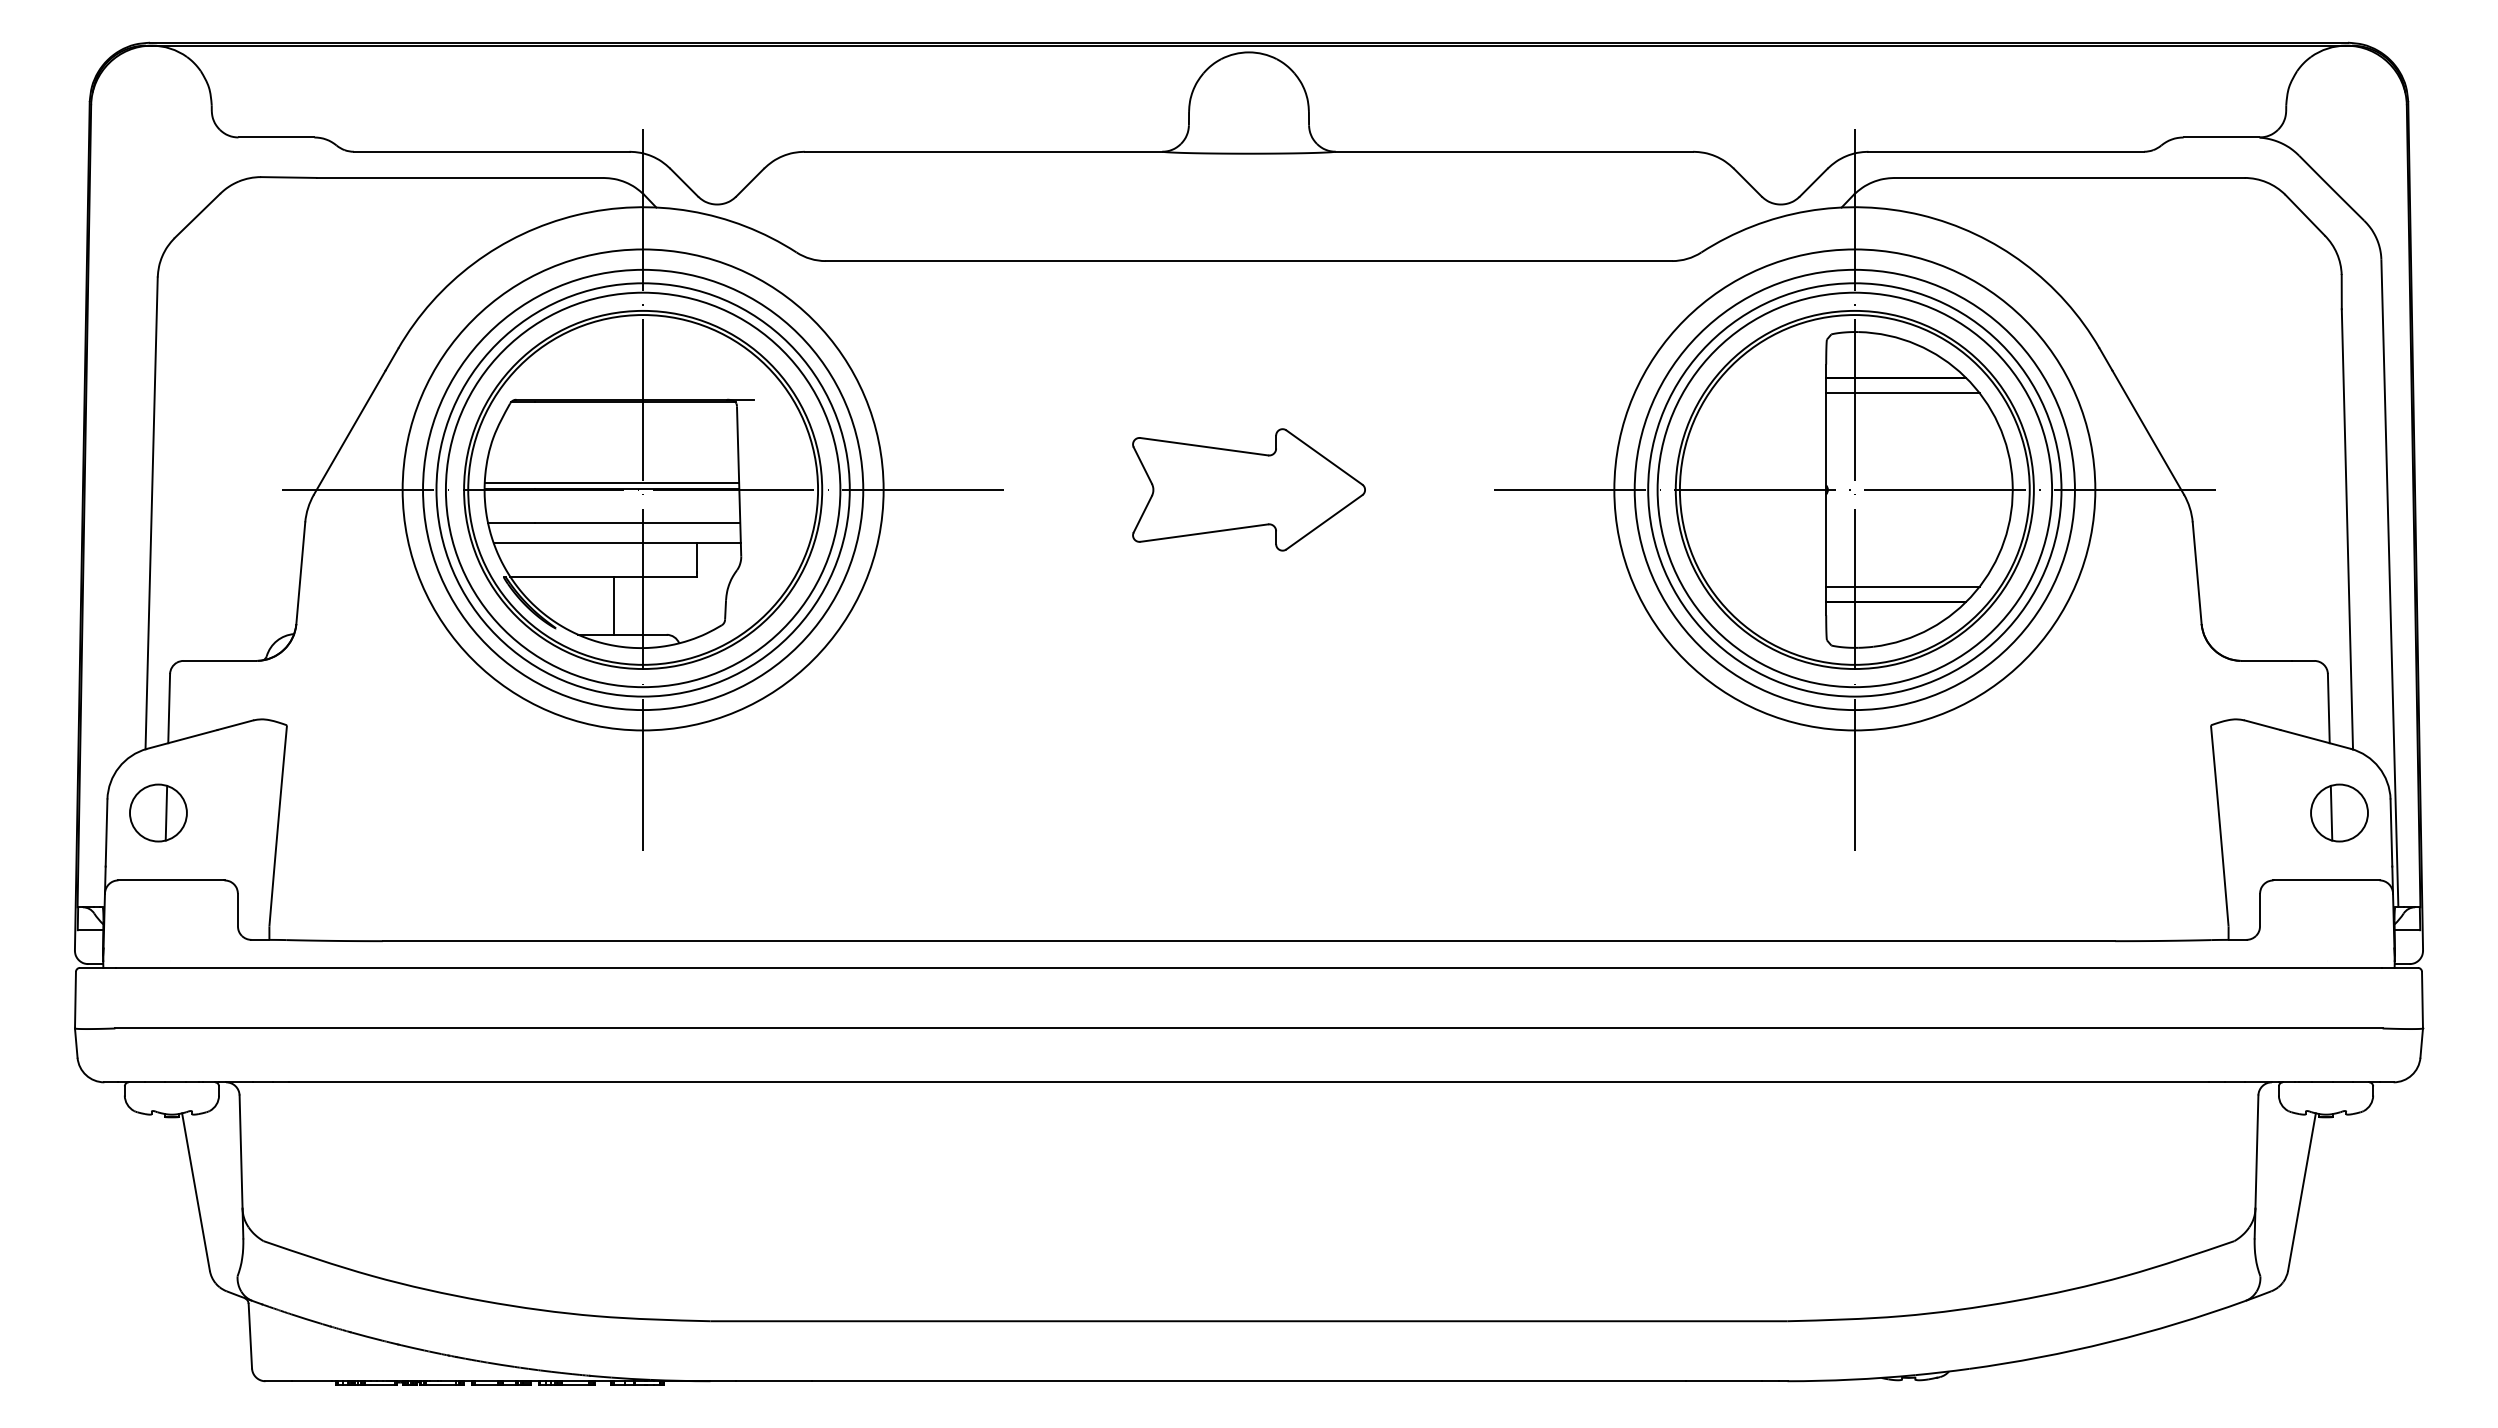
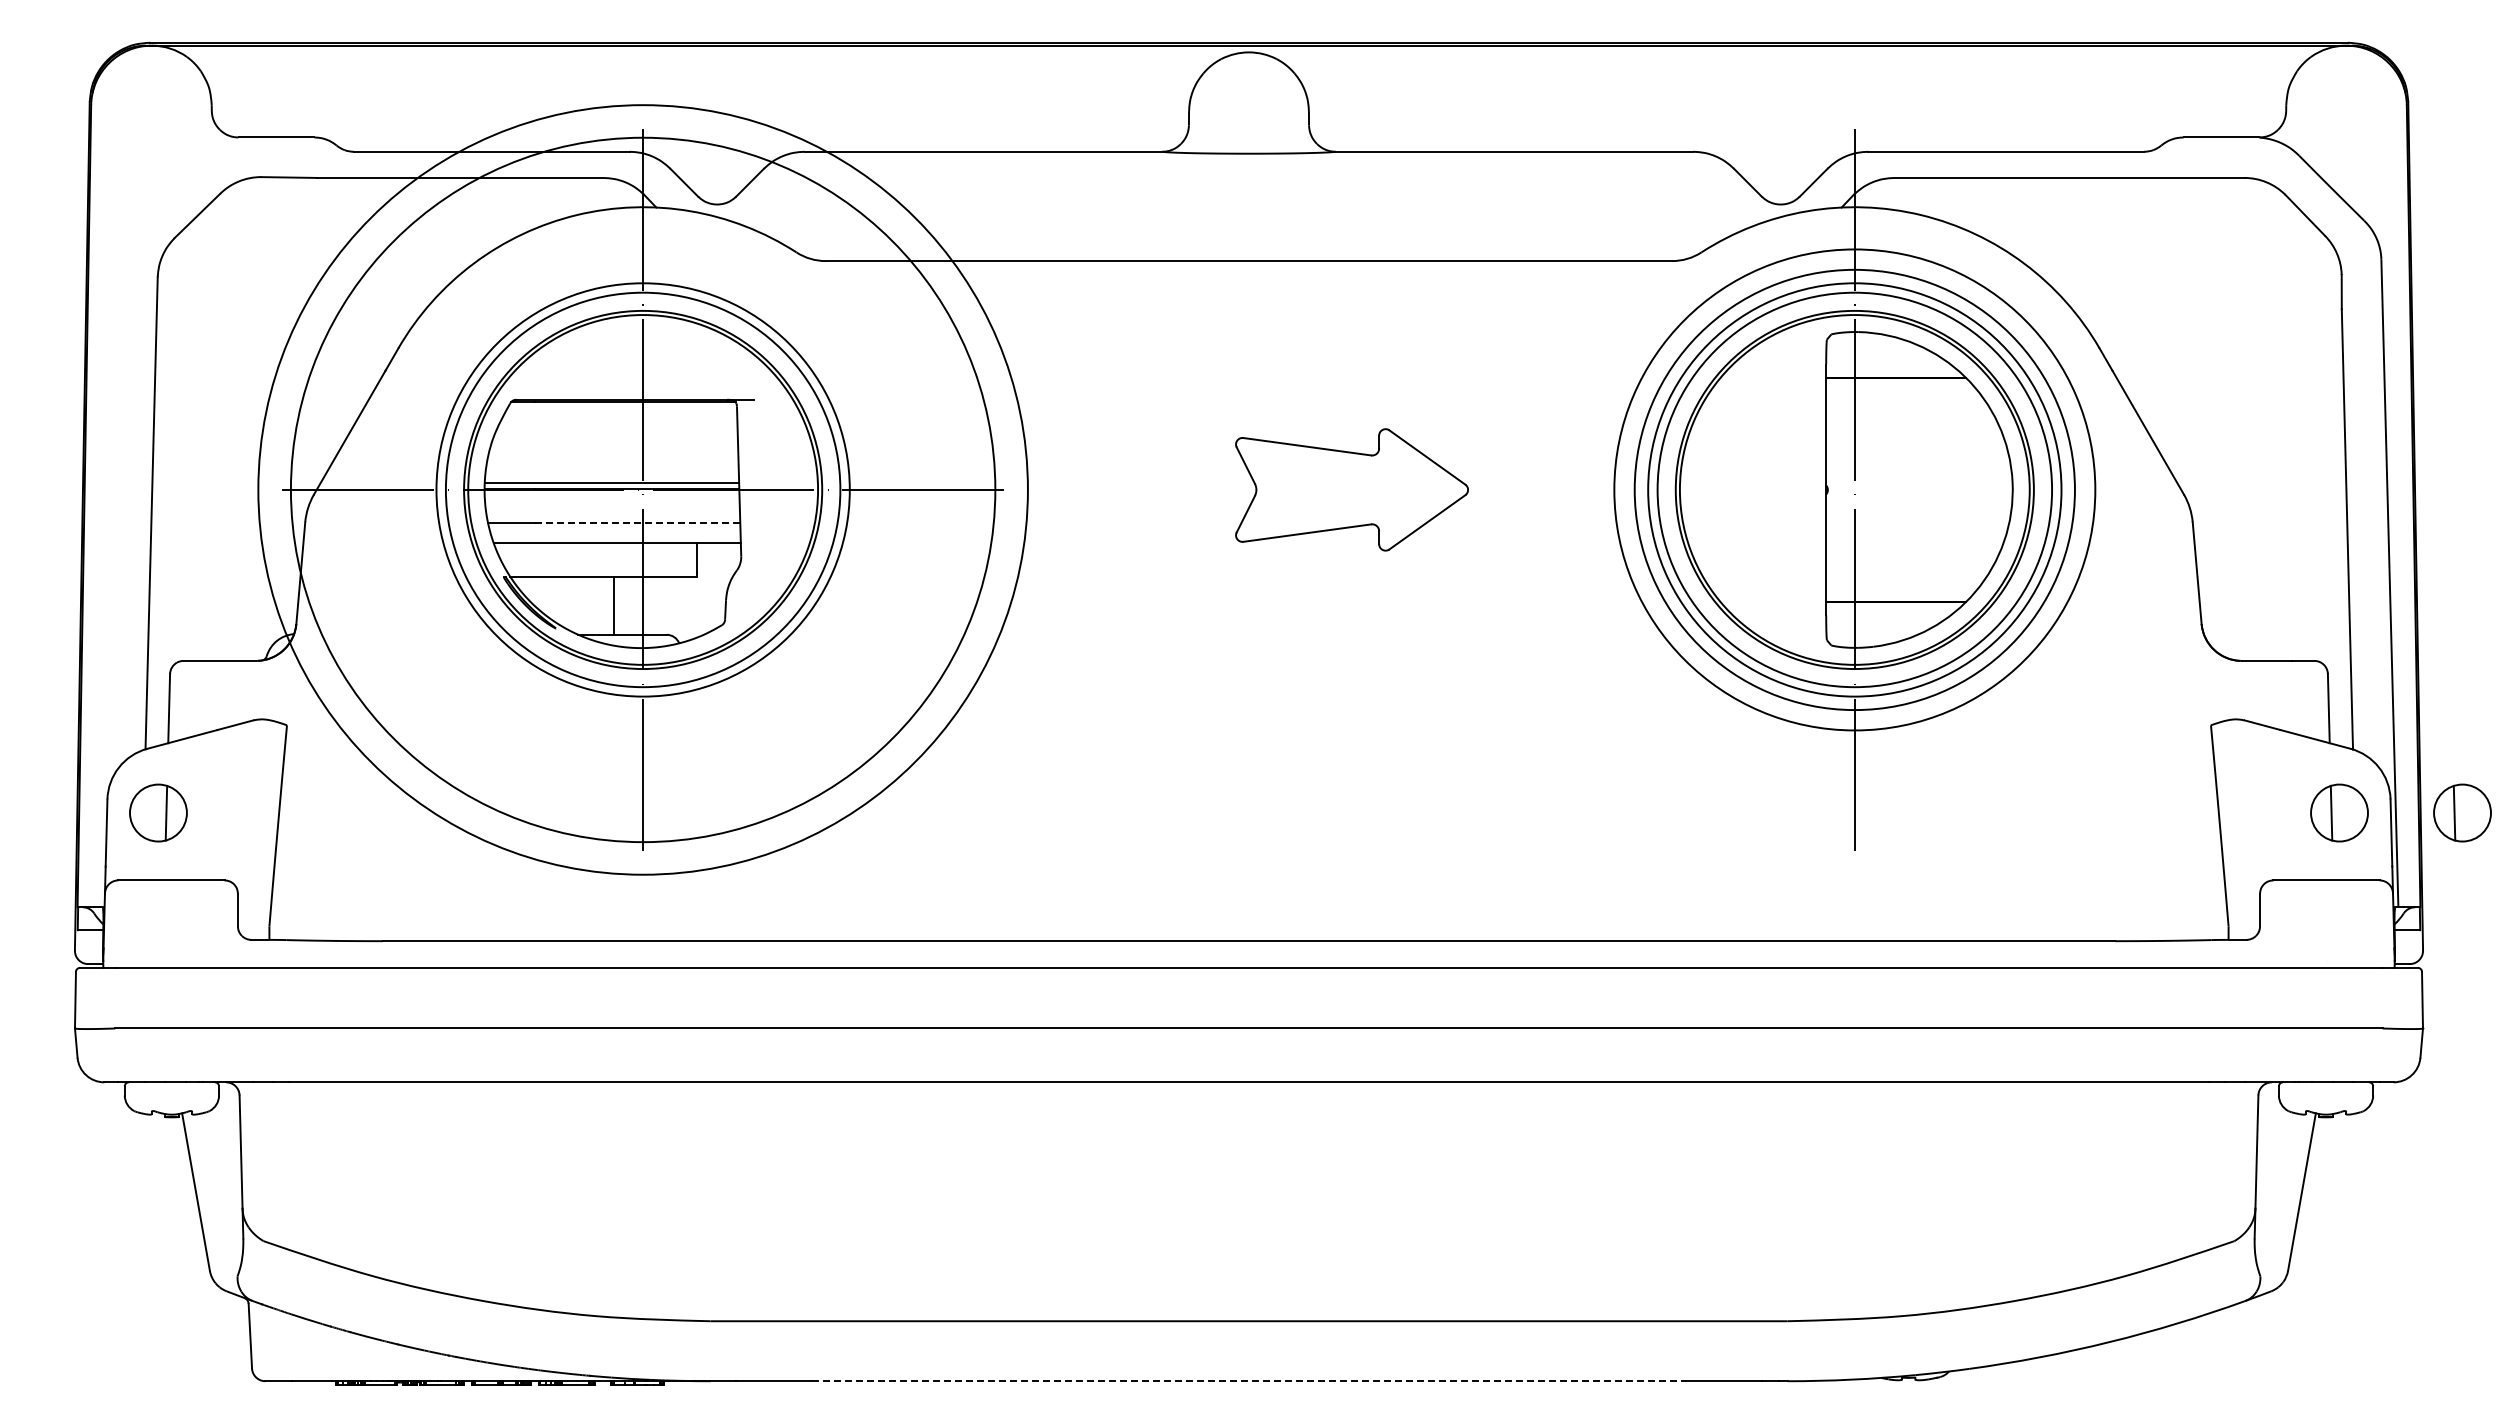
line at (1902, 393): present -> none
circle at (642, 489) diameter: 481 px -> 770 px
circle at (643, 489) diameter: 440 px -> 704 px
part at (1248, 489) position: (1248, 489) -> (1351, 489)
line at (1854, 489): present -> none
line at (638, 523): solid -> dashed
line at (1902, 586): present -> none
part at (2462, 812): none -> present
line at (1249, 1381): solid -> dashed
